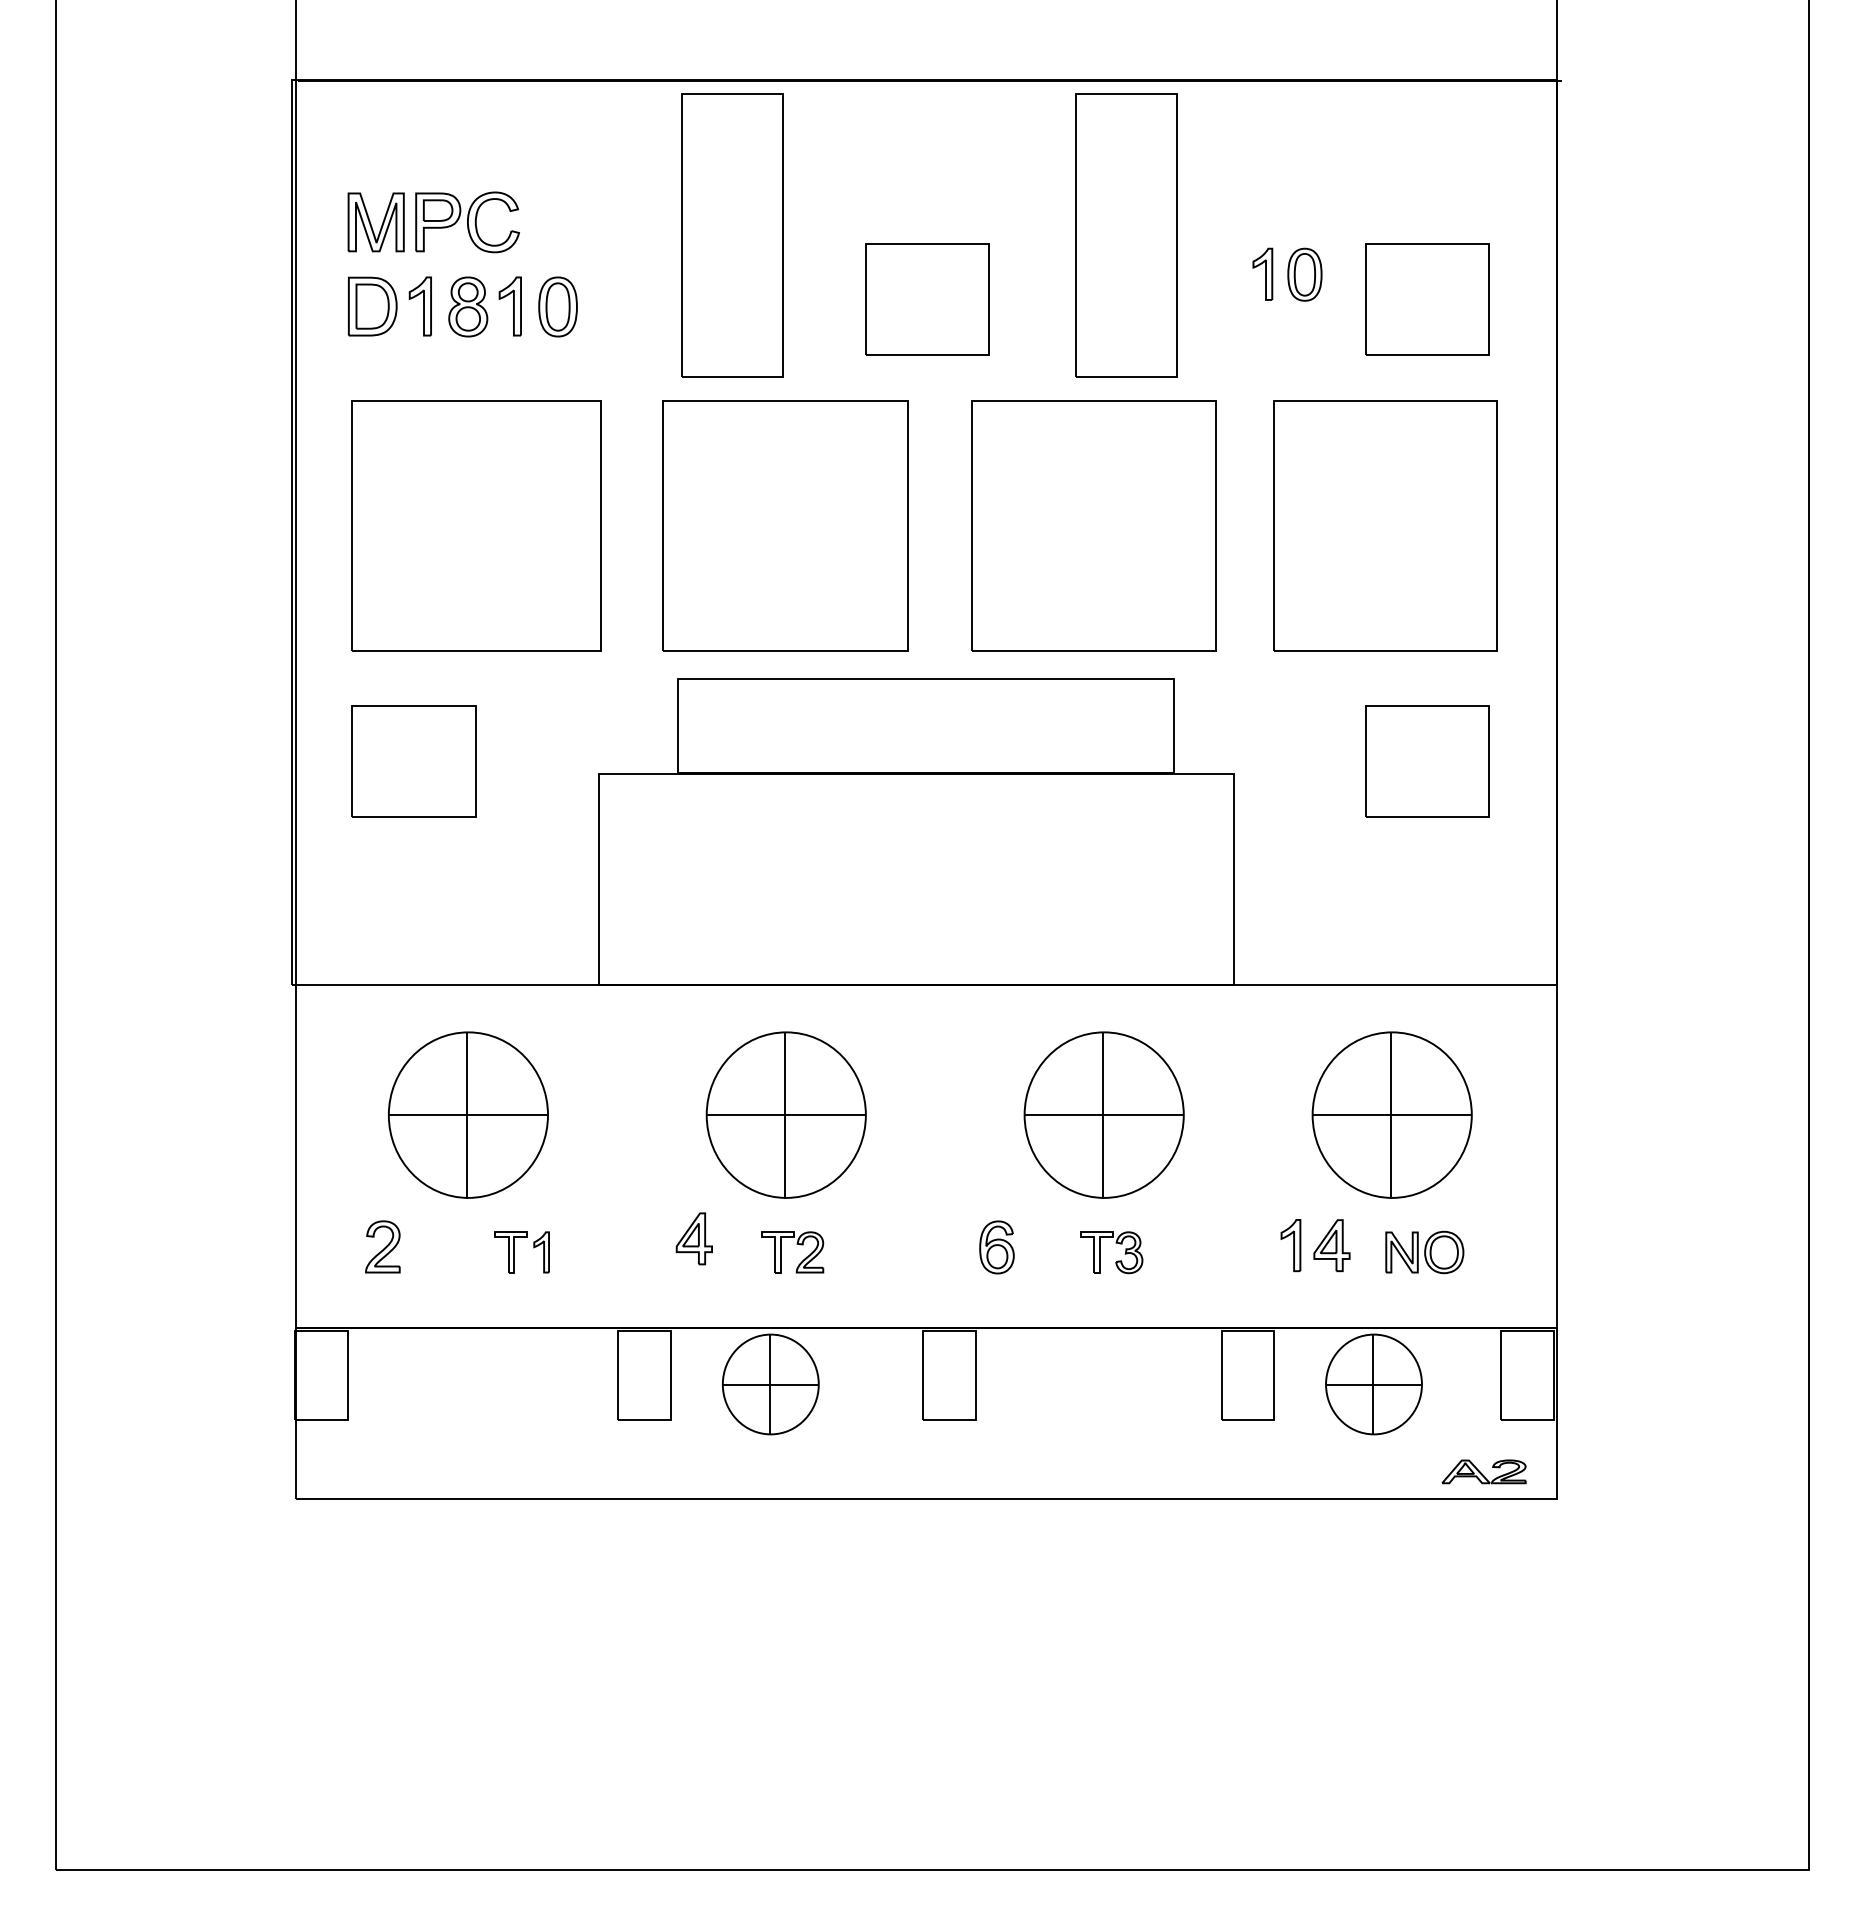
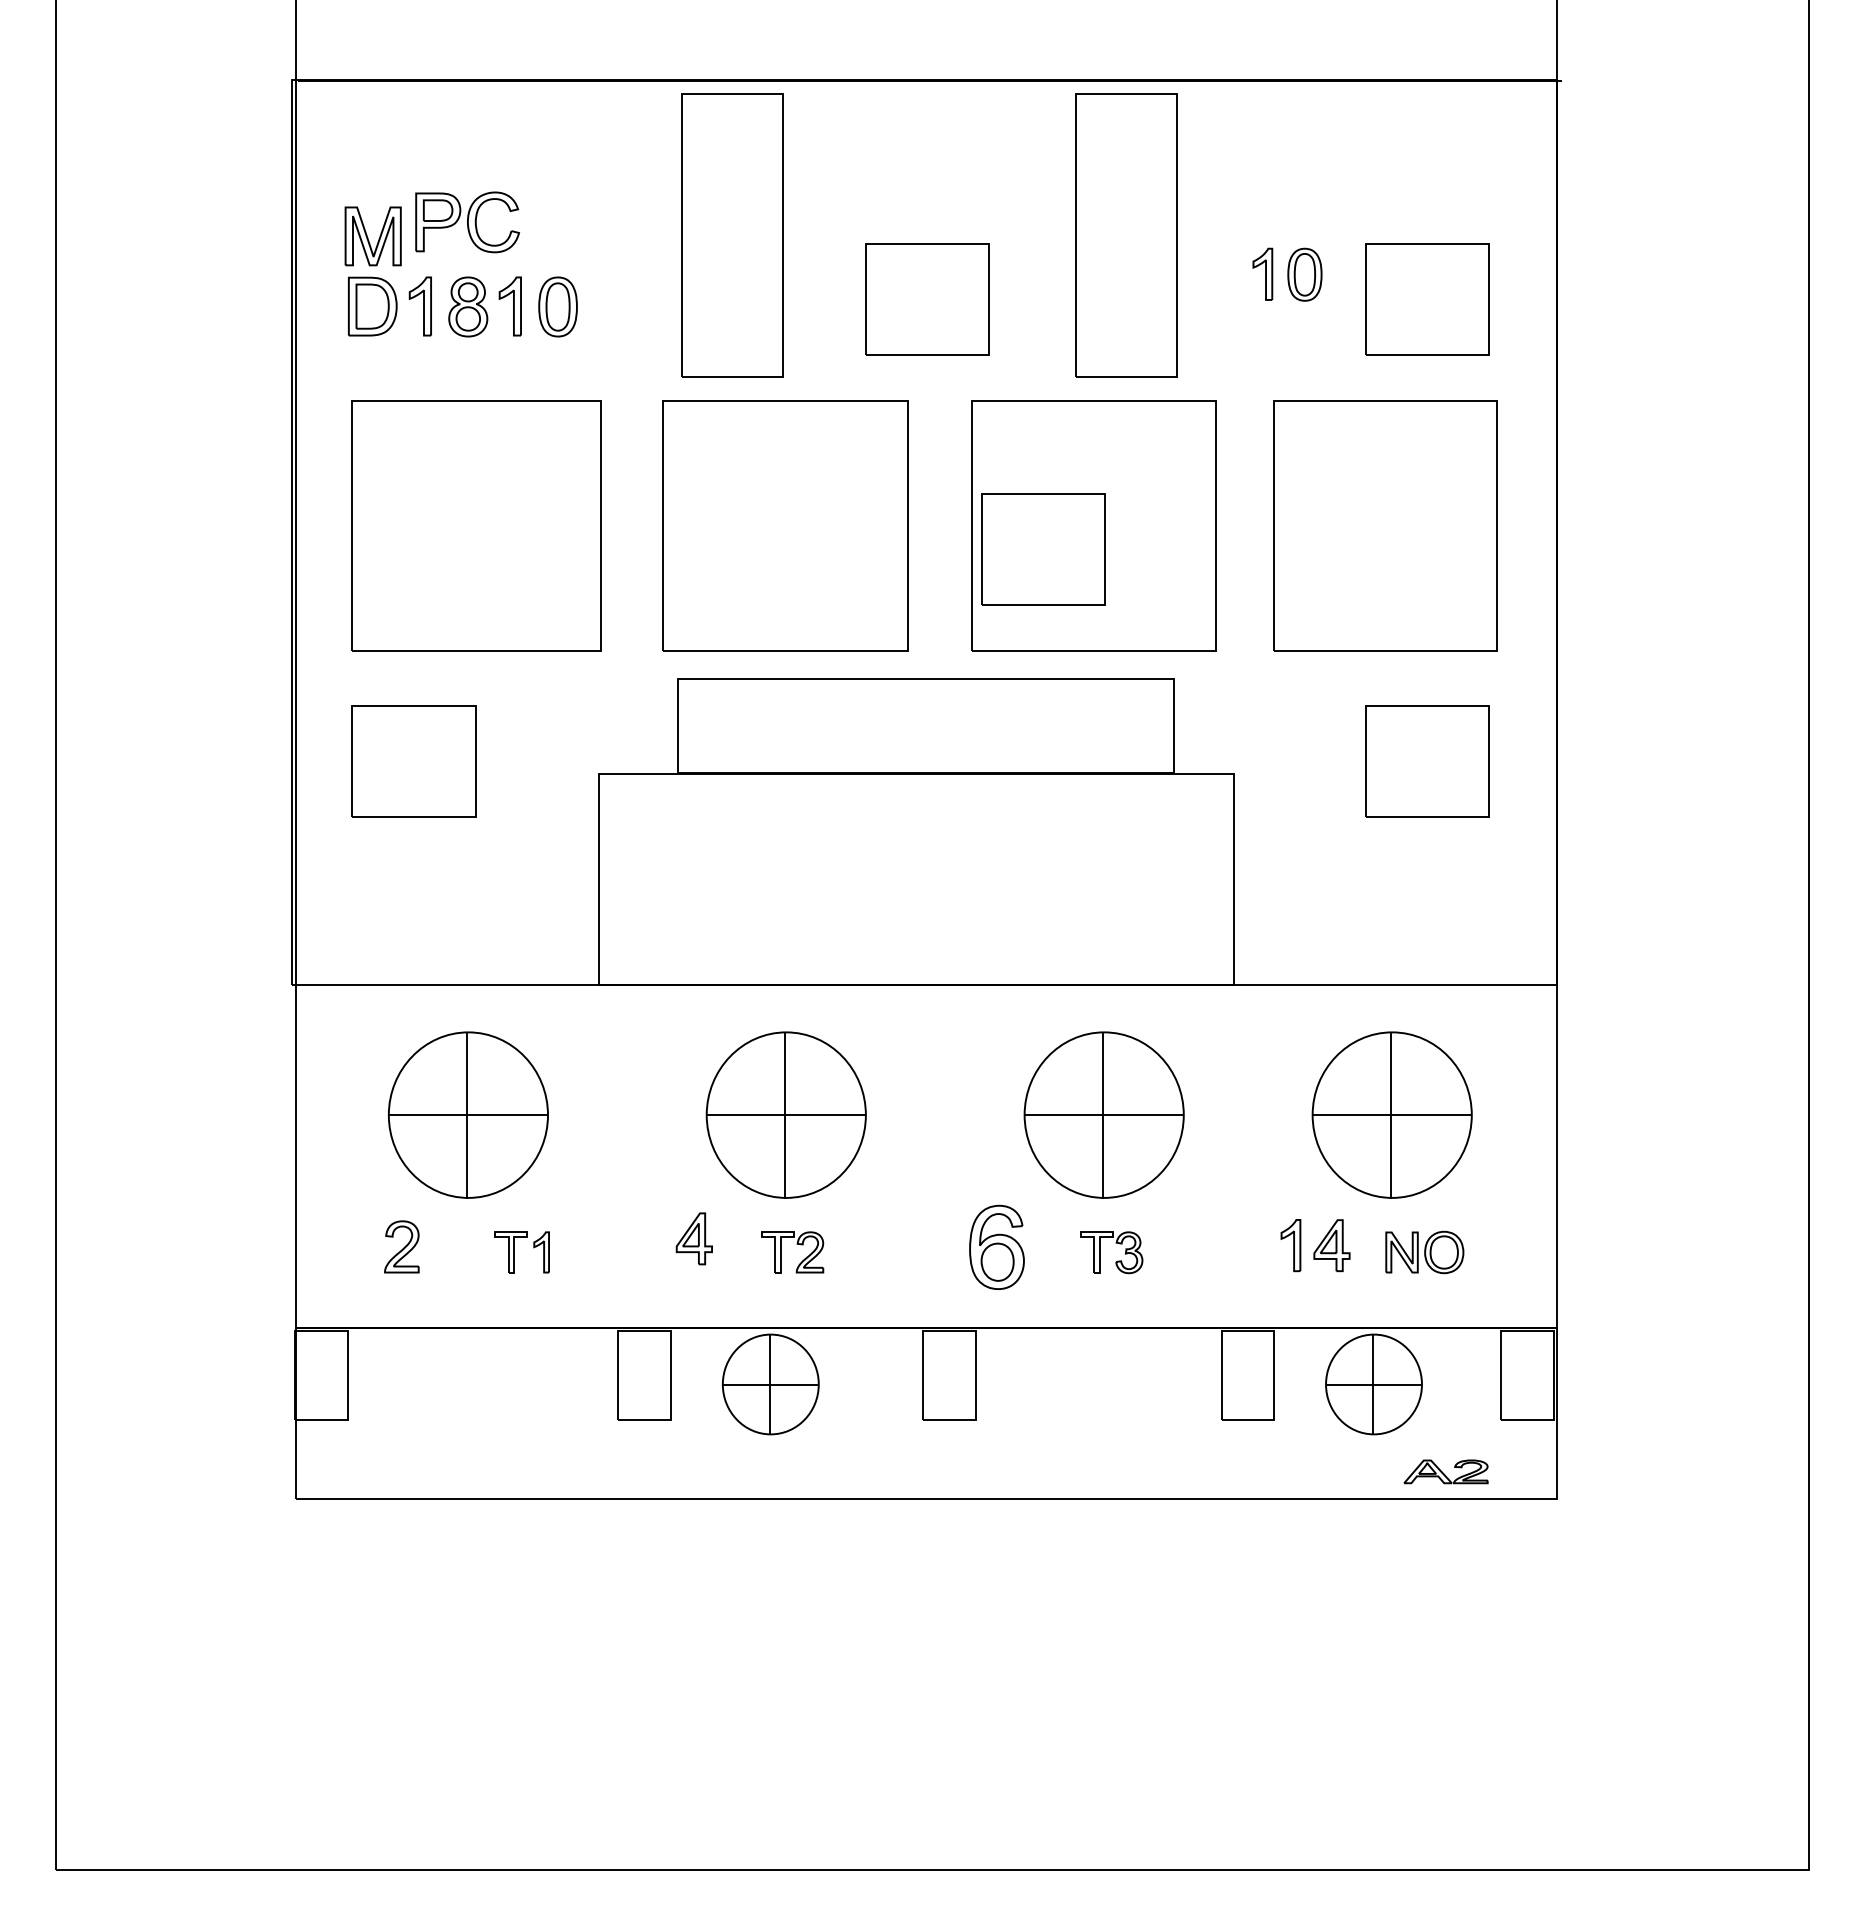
part at (375, 222) position: (375, 222) -> (372, 236)
part at (1043, 549): none -> present
part at (382, 1246) position: (382, 1246) -> (401, 1246)
part at (996, 1247) size: 36x55 px -> 56x86 px
part at (1483, 1471) position: (1483, 1471) -> (1445, 1471)
